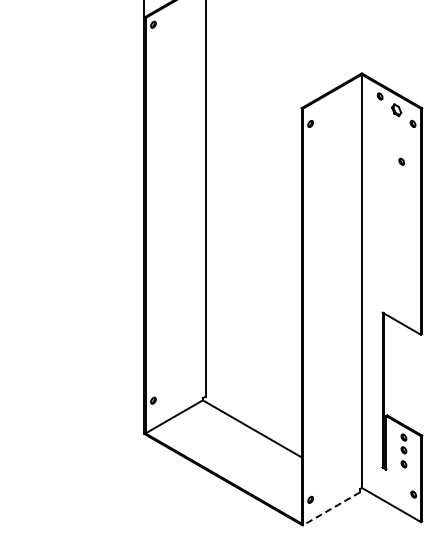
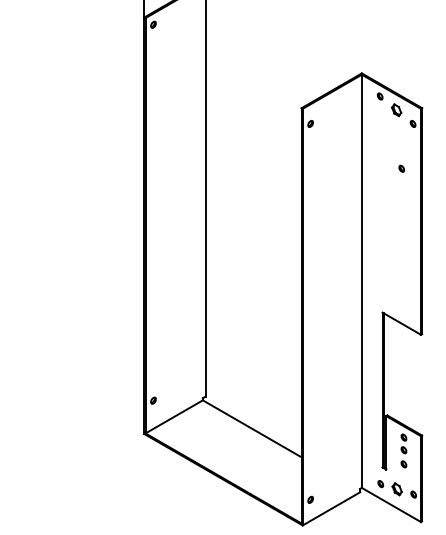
part at (401, 161) position: (401, 161) -> (401, 168)
part at (389, 488): none -> present
line at (330, 509): dashed -> solid
